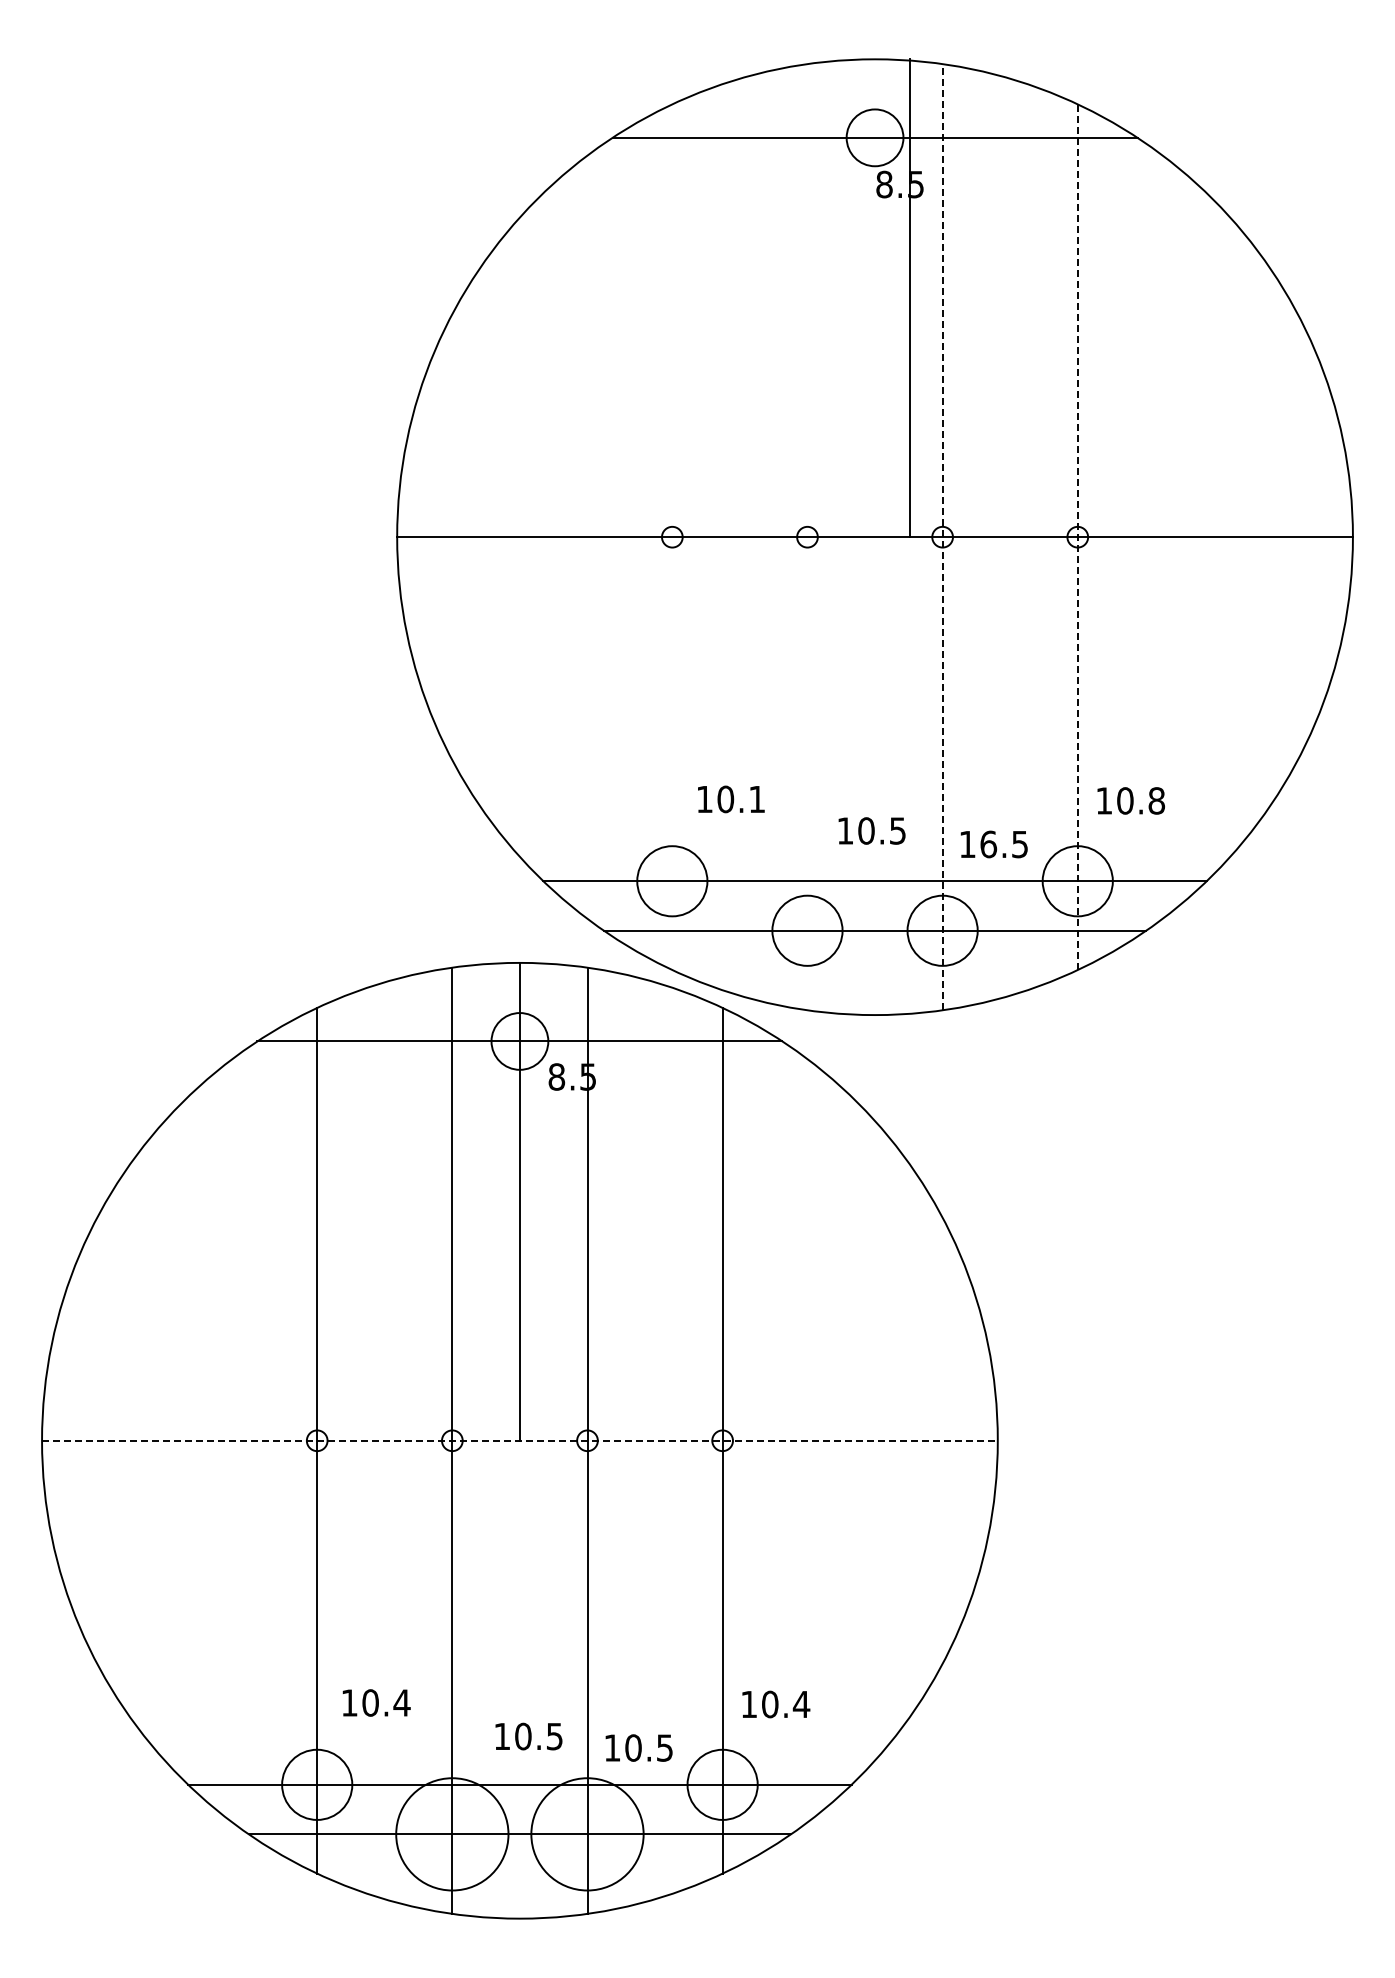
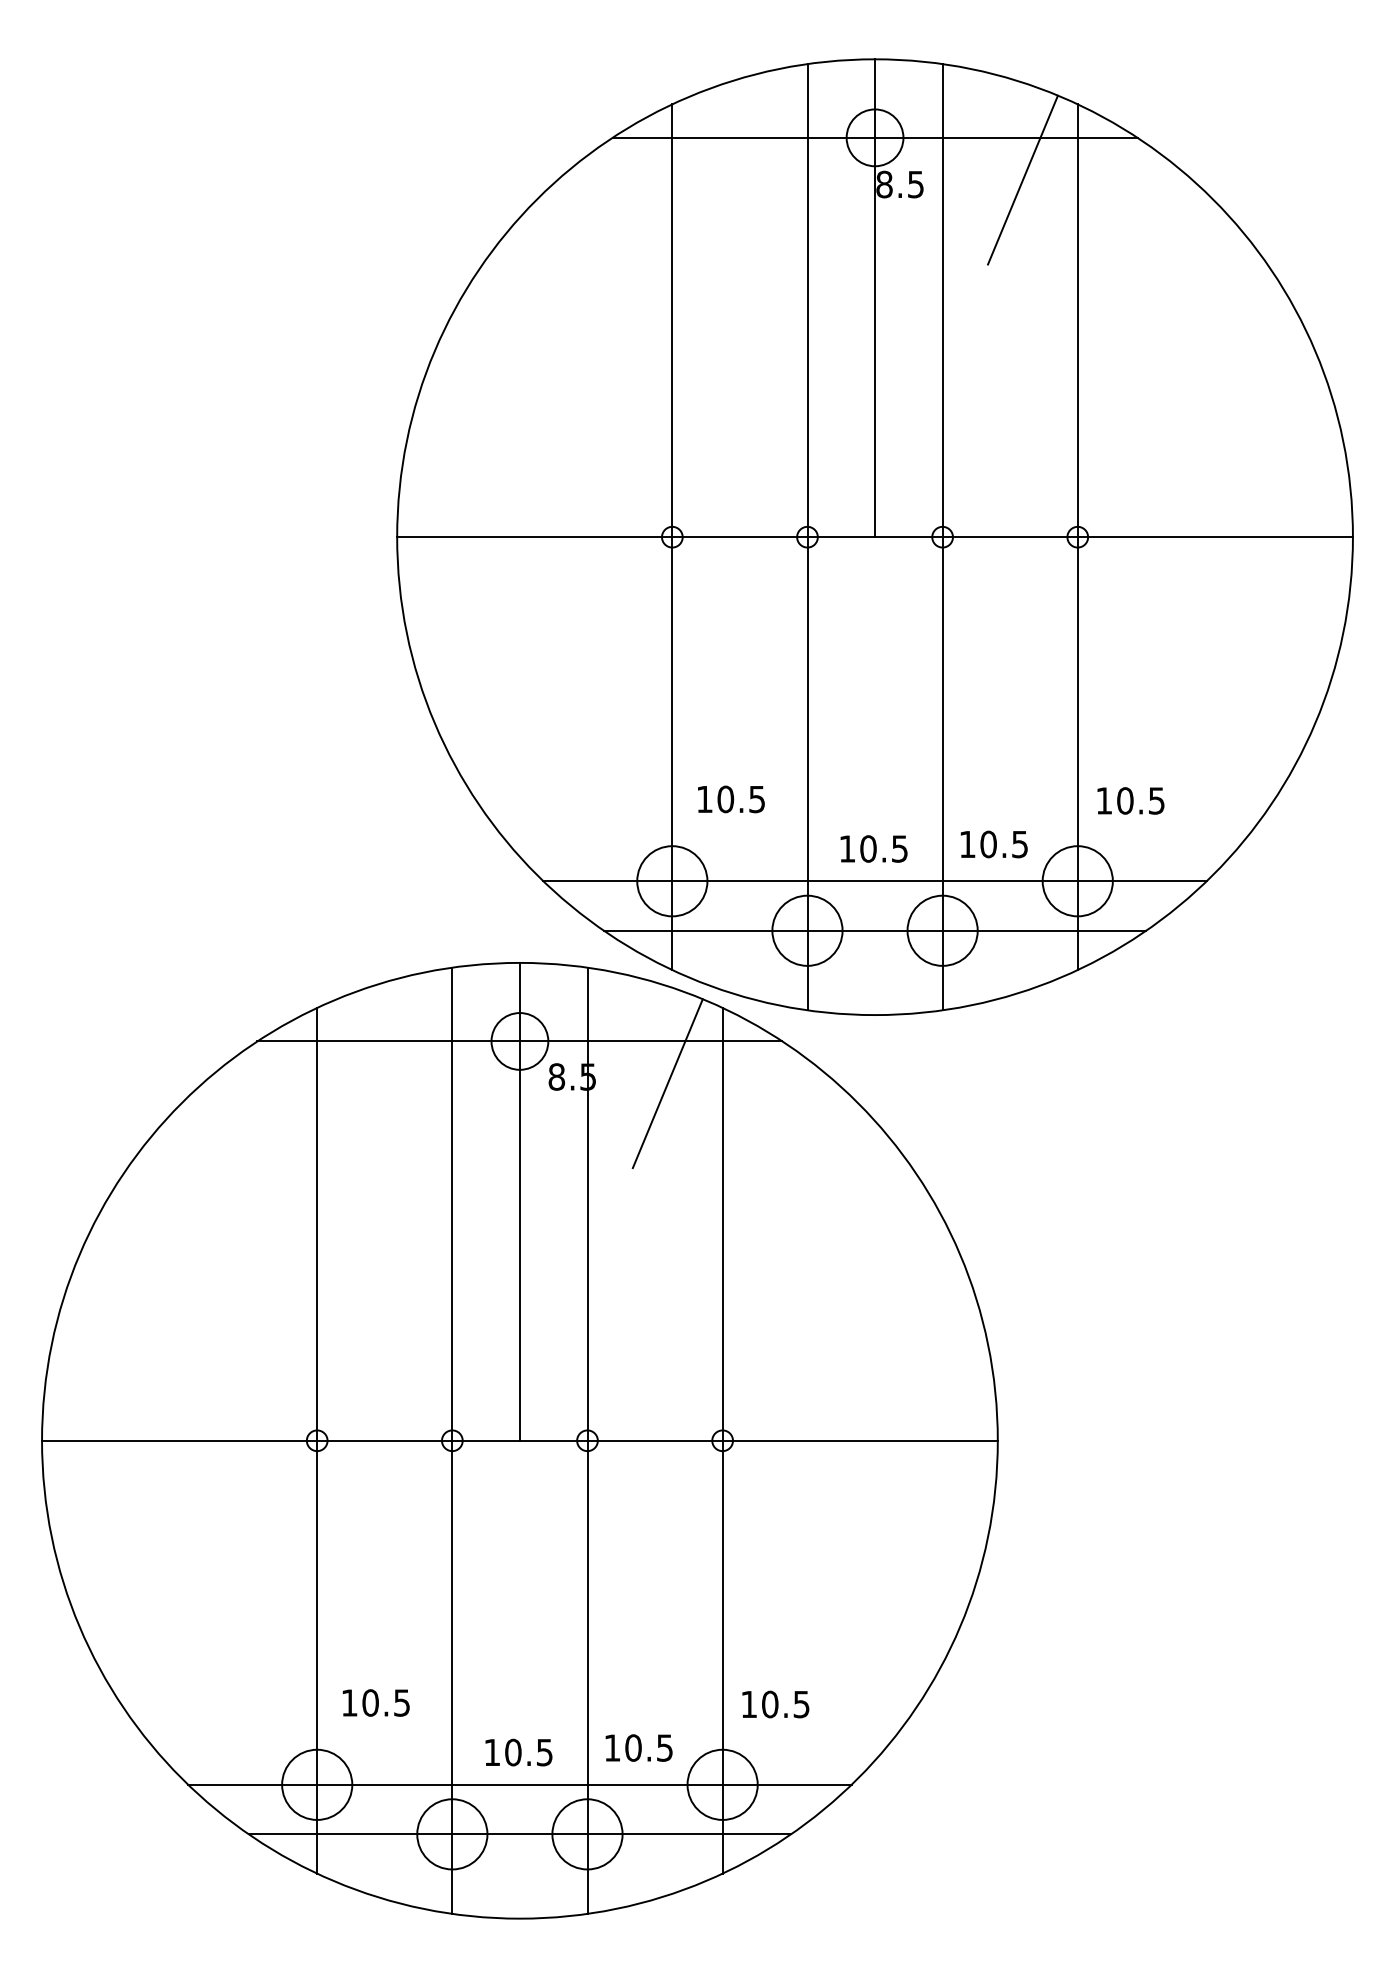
line at (1022, 179): none -> present
line at (910, 298) position: (910, 298) -> (875, 298)
line at (672, 536): none -> present
line at (942, 536): dashed -> solid
line at (807, 537): none -> present
line at (1077, 537): dashed -> solid
text at (756, 799): 10.1 -> 10.5
text at (1156, 800): 10.8 -> 10.5
text at (871, 830) position: (871, 830) -> (873, 848)
text at (988, 844): 16.5 -> 10.5
line at (667, 1083): none -> present
line at (519, 1440): dashed -> solid
text at (401, 1702): 10.4 -> 10.5
text at (801, 1704): 10.4 -> 10.5
text at (528, 1736) position: (528, 1736) -> (518, 1752)
circle at (452, 1834) diameter: 112 px -> 70 px
circle at (587, 1834) diameter: 112 px -> 70 px
